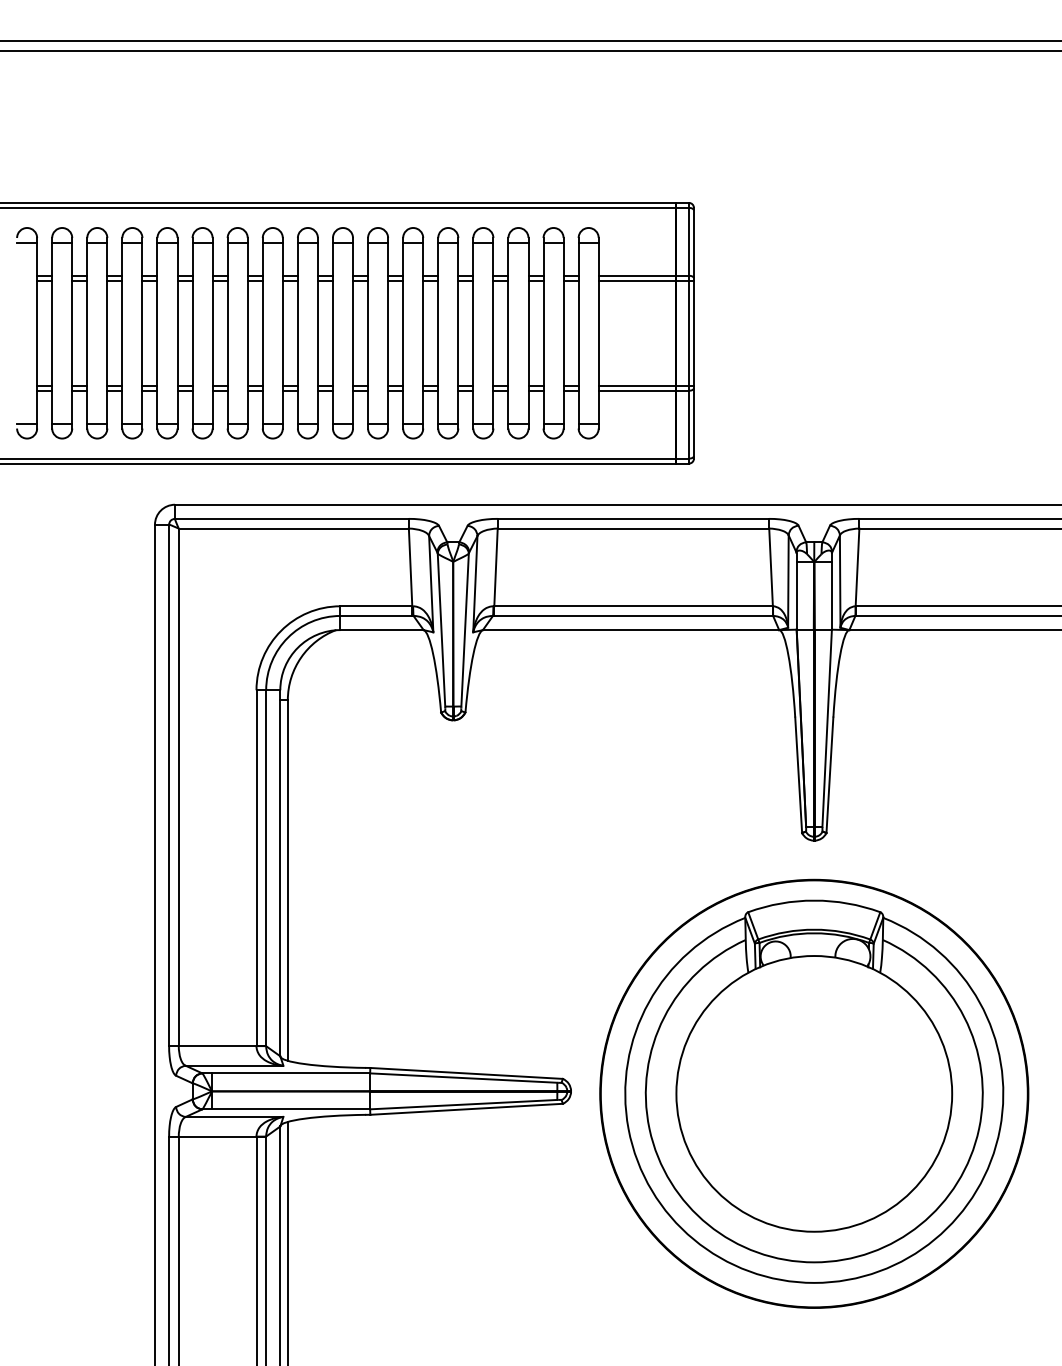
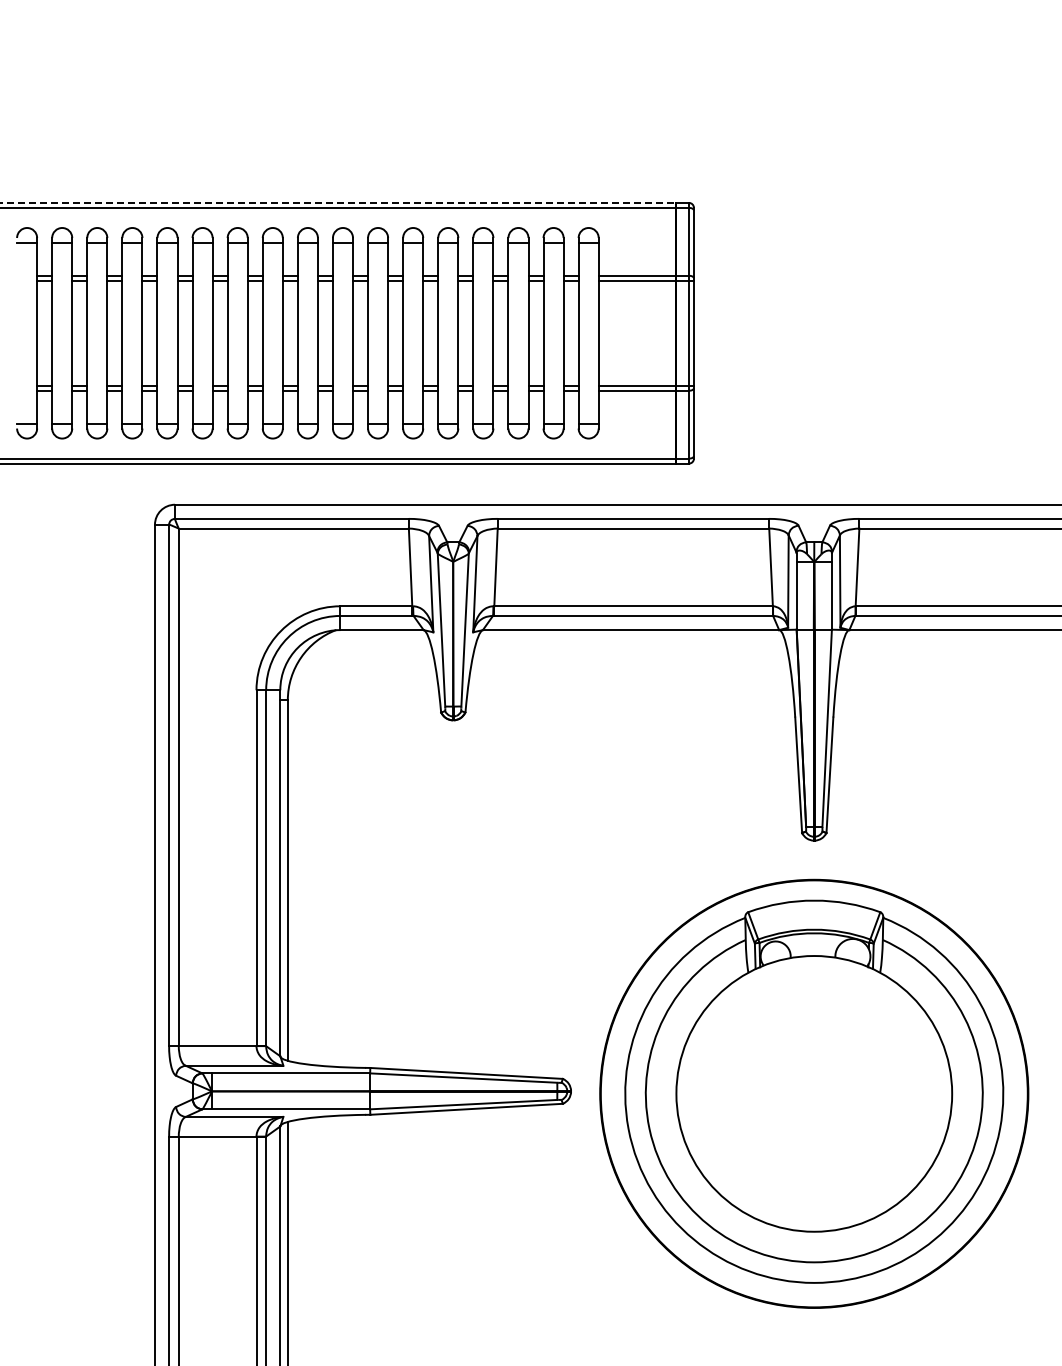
line at (530, 40): present -> none
line at (530, 51): present -> none
line at (338, 202): solid -> dashed
